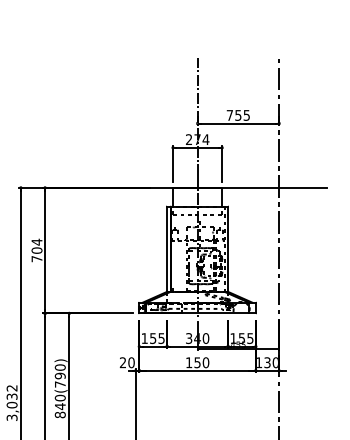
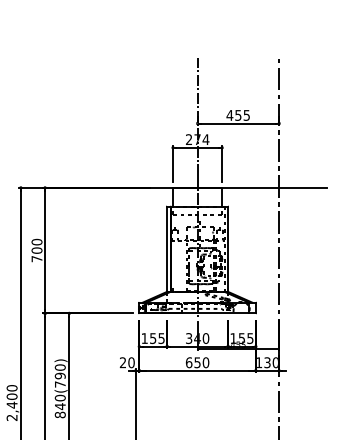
text at (229, 115): 755 -> 455
text at (36, 241): 704 -> 700
text at (188, 362): 150 -> 650
text at (11, 402): 3,032 -> 2,400
